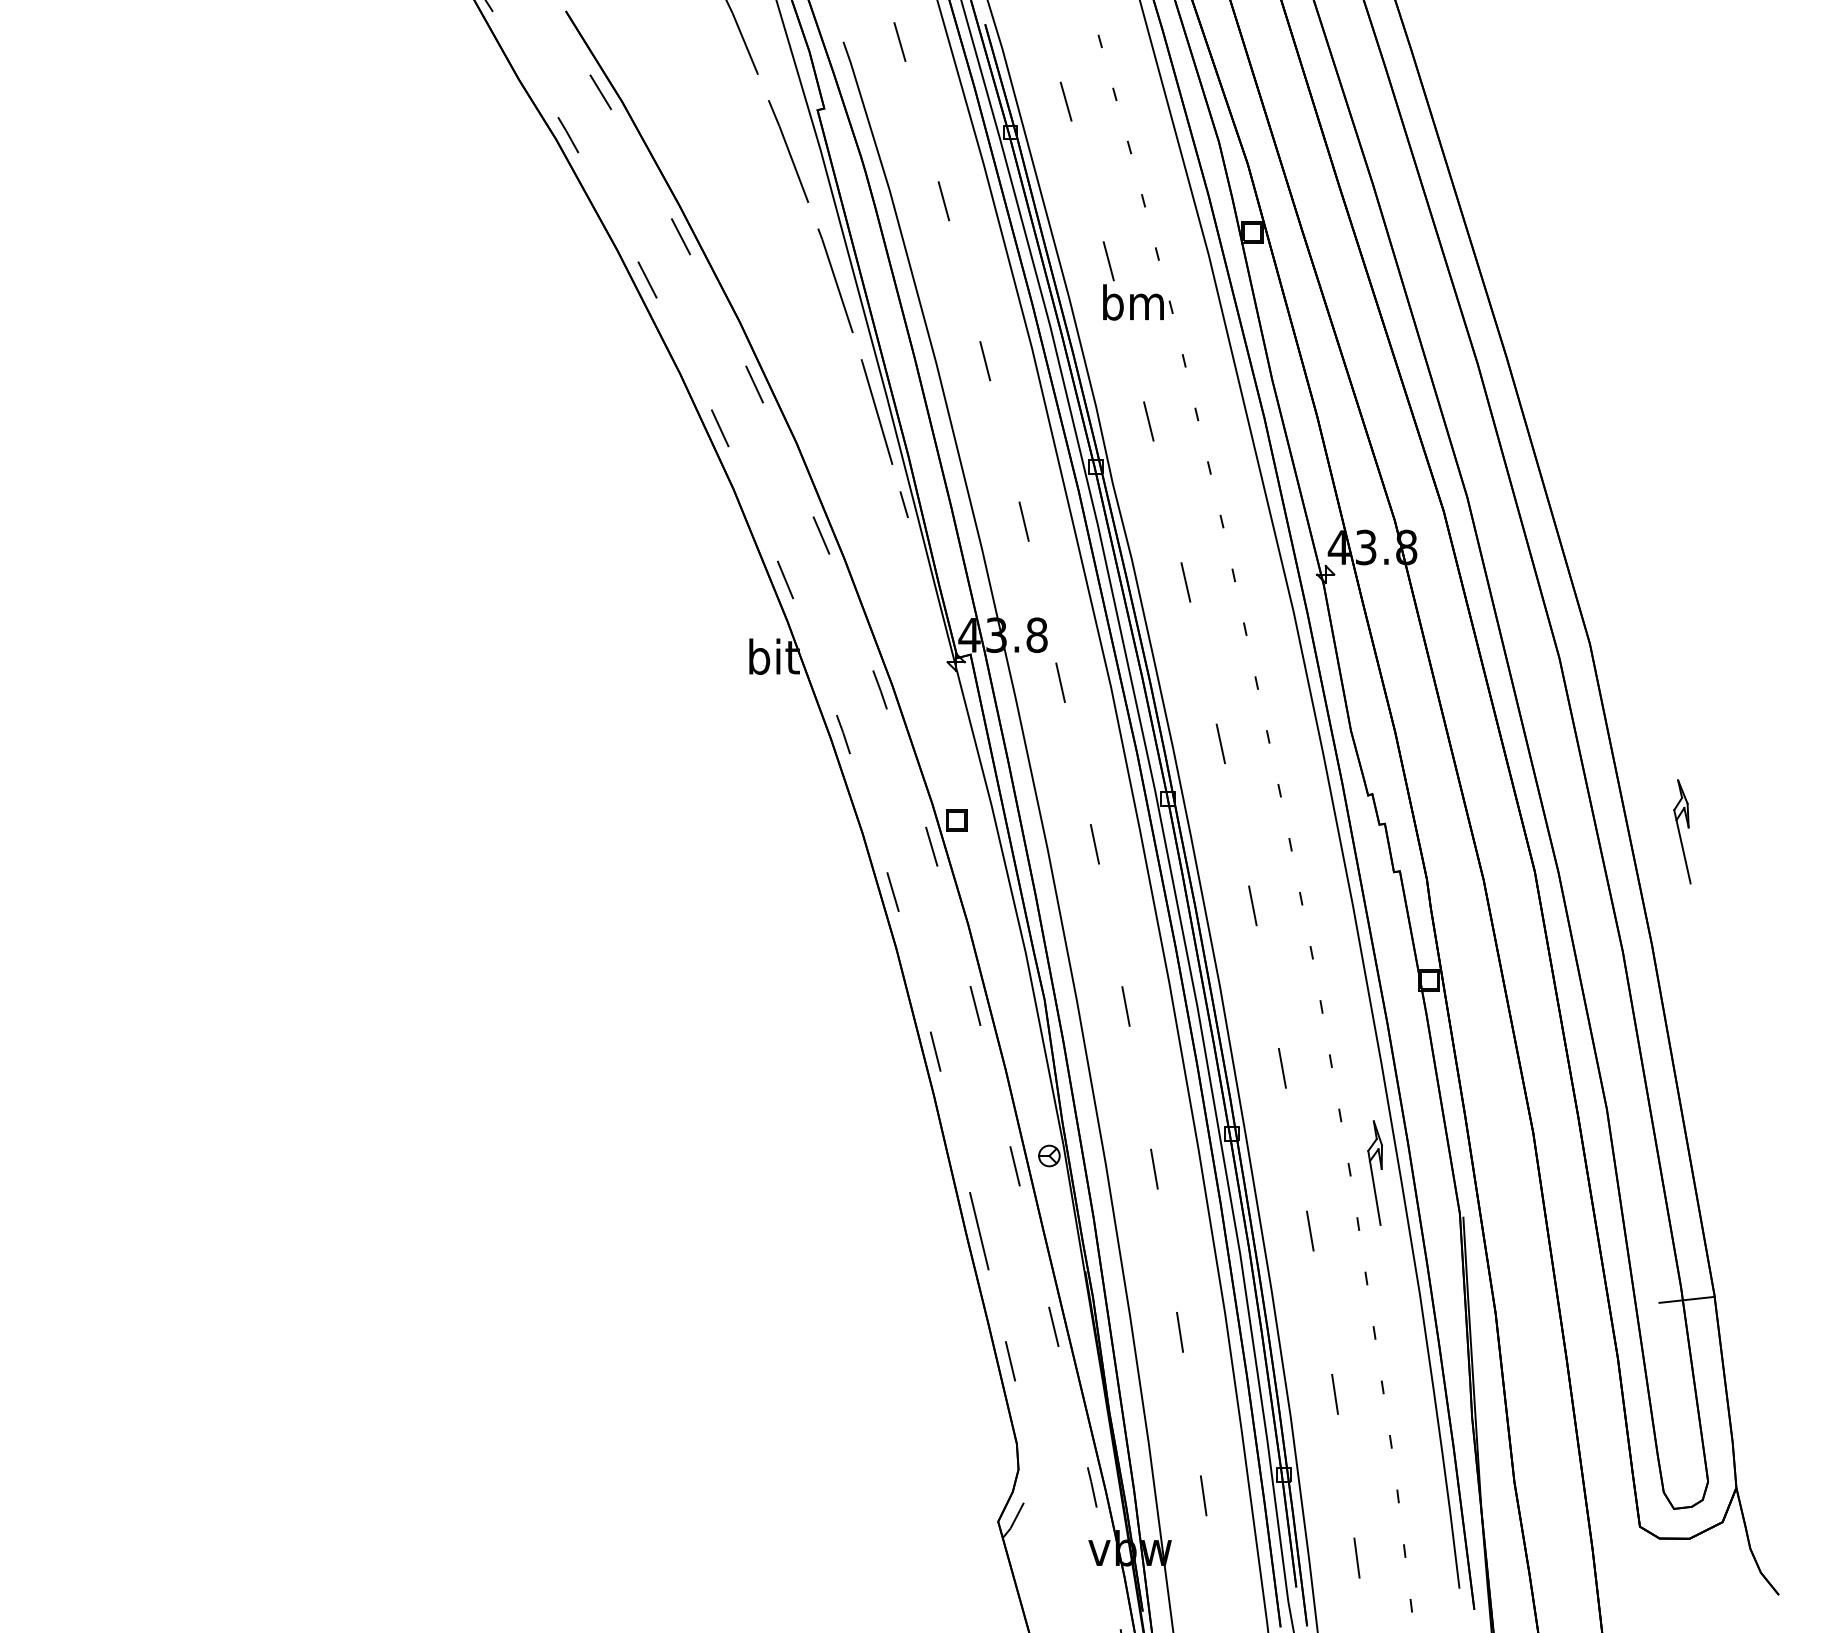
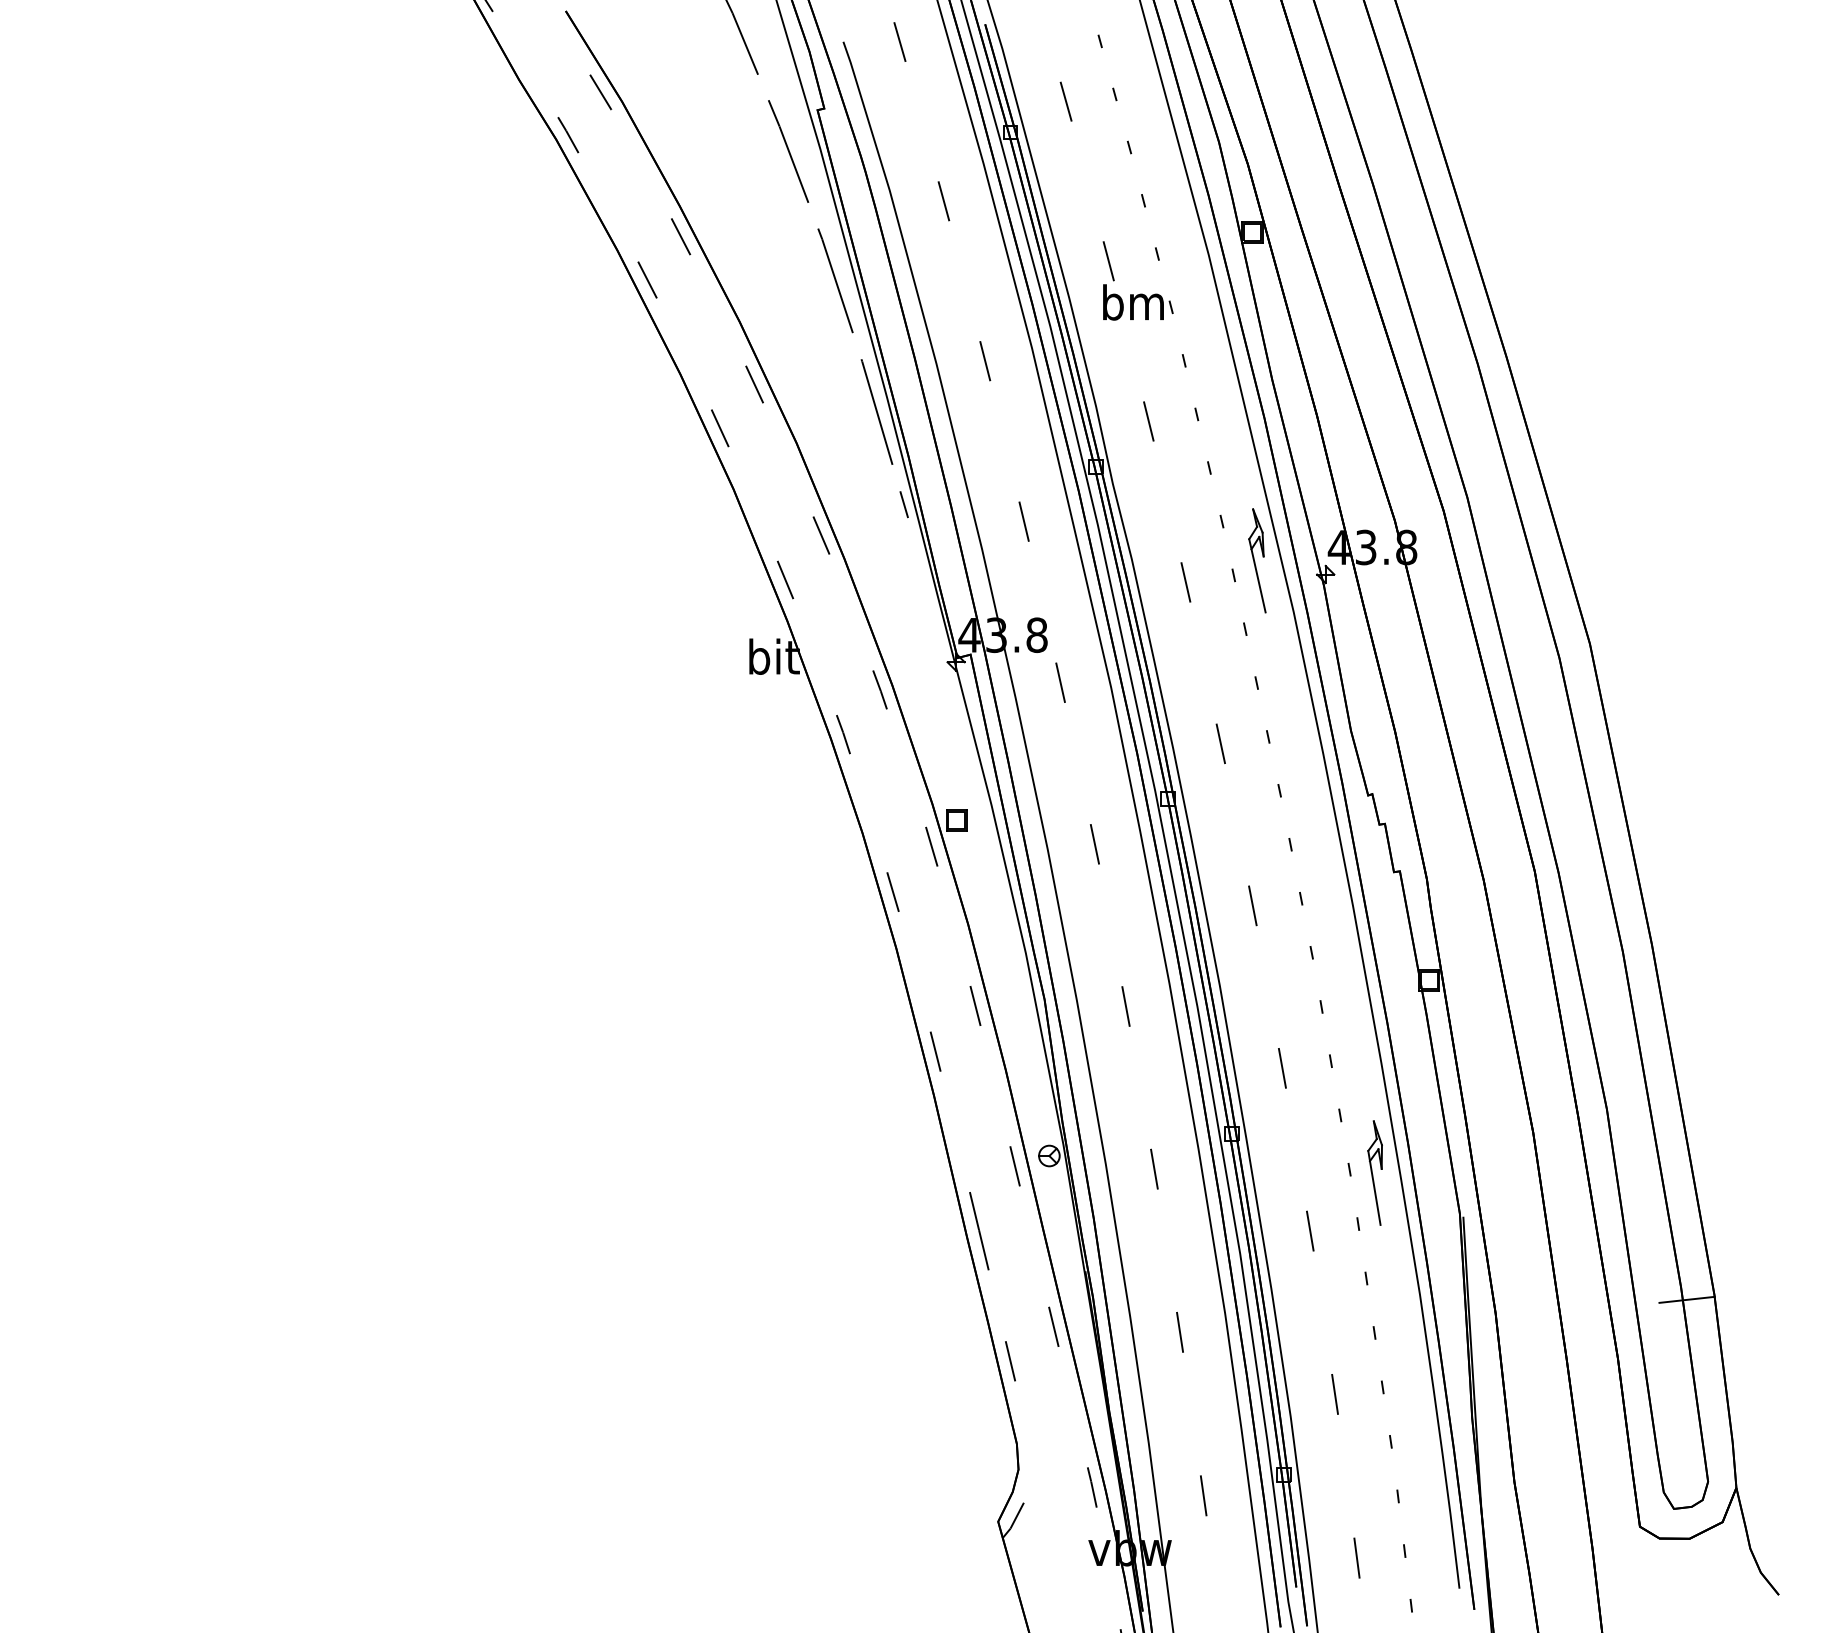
part at (1682, 831) position: (1682, 831) -> (1257, 560)
